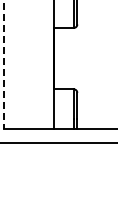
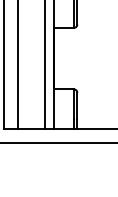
line at (3, 65): dashed -> solid
line at (17, 65): none -> present
line at (45, 65): none -> present
